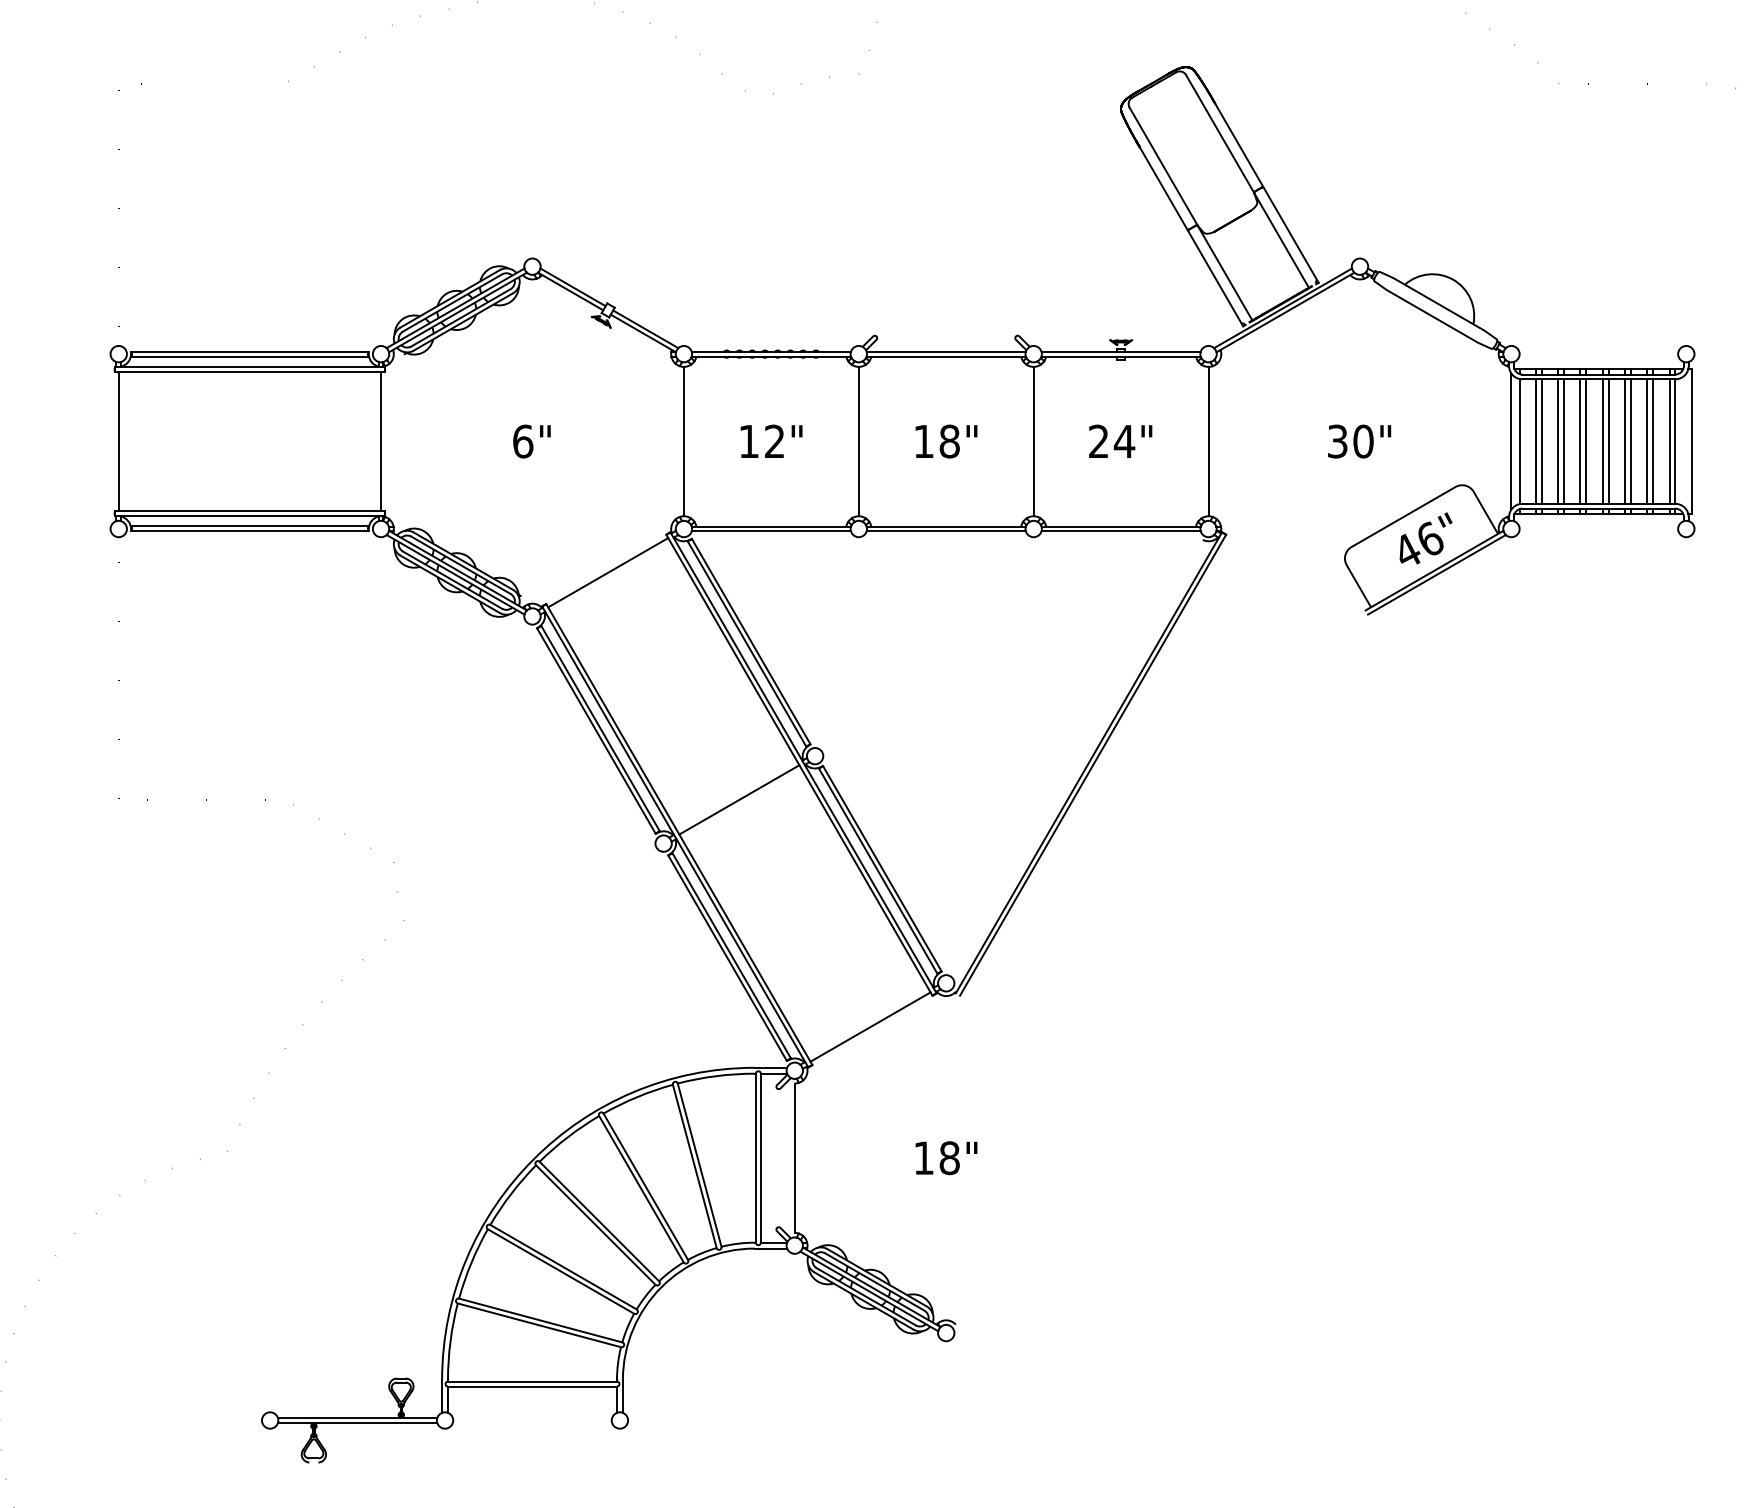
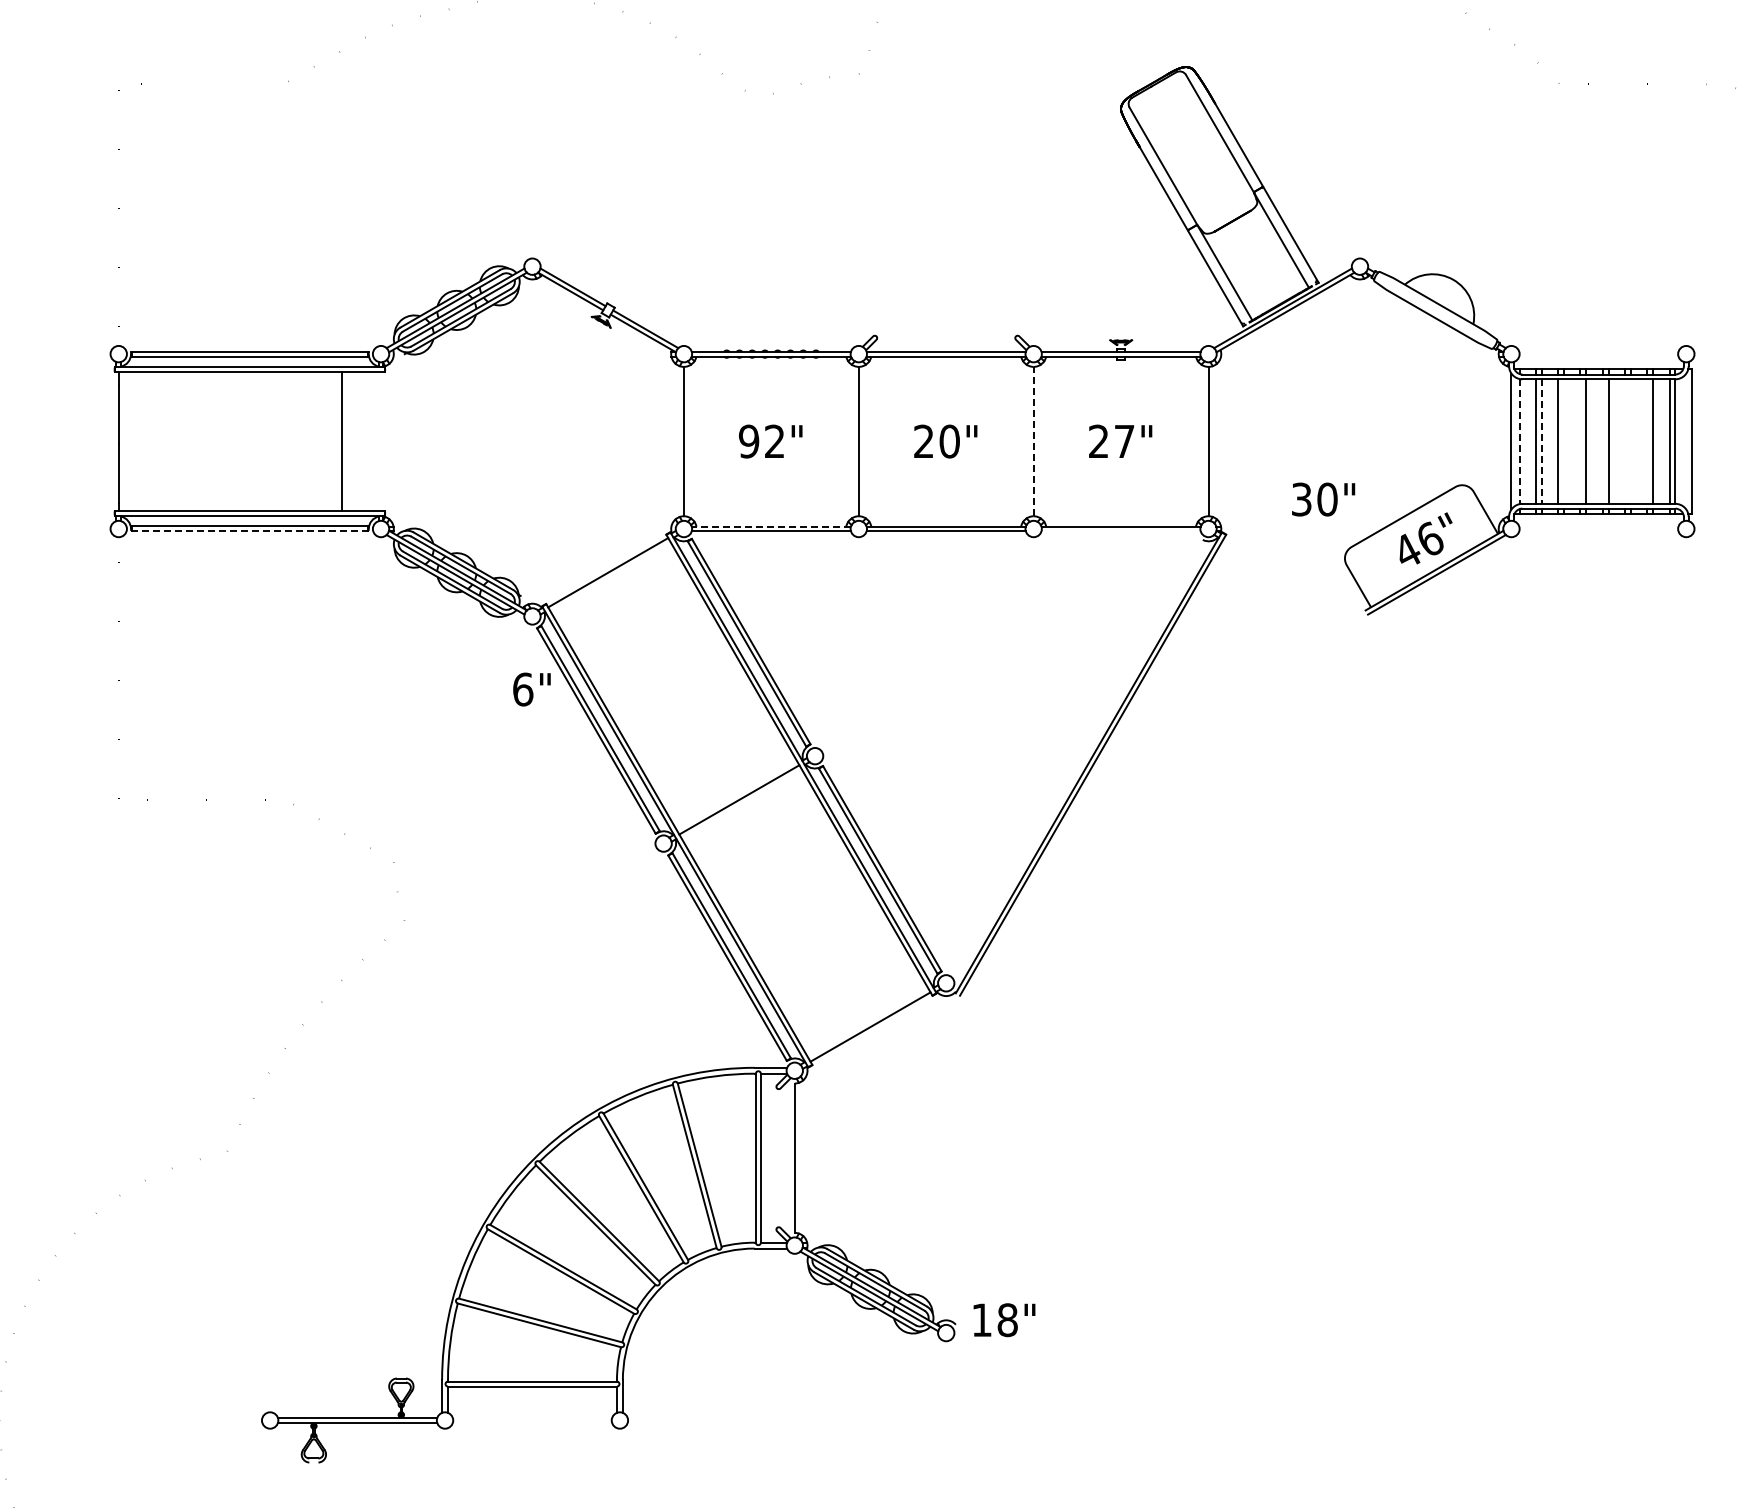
line at (381, 441) position: (381, 441) -> (342, 441)
text at (531, 441) position: (531, 441) -> (531, 689)
text at (749, 441): 12" -> 92"
text at (936, 441): 18" -> 20"
line at (1033, 441): solid -> dashed
text at (1124, 441): 24" -> 27"
text at (1359, 441) position: (1359, 441) -> (1323, 499)
line at (1519, 441): solid -> dashed
line at (1564, 441): present -> none
line at (1580, 441): present -> none
line at (1602, 441): present -> none
line at (1624, 441): present -> none
line at (1630, 441): present -> none
line at (1647, 441): present -> none
line at (1541, 442): solid -> dashed
line at (771, 526): solid -> dashed
line at (249, 530): solid -> dashed
line at (1120, 531): present -> none
text at (946, 1158) position: (946, 1158) -> (1004, 1320)
